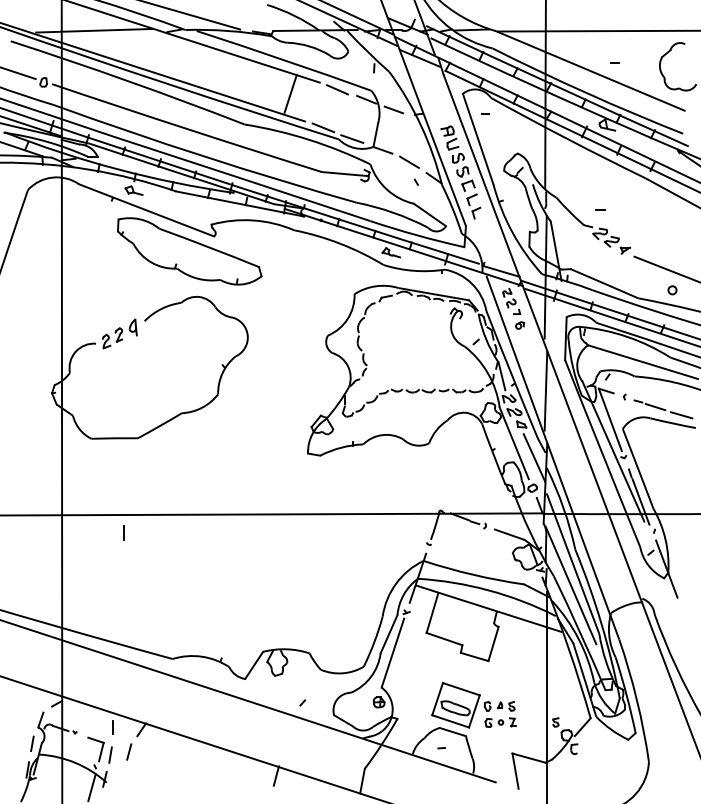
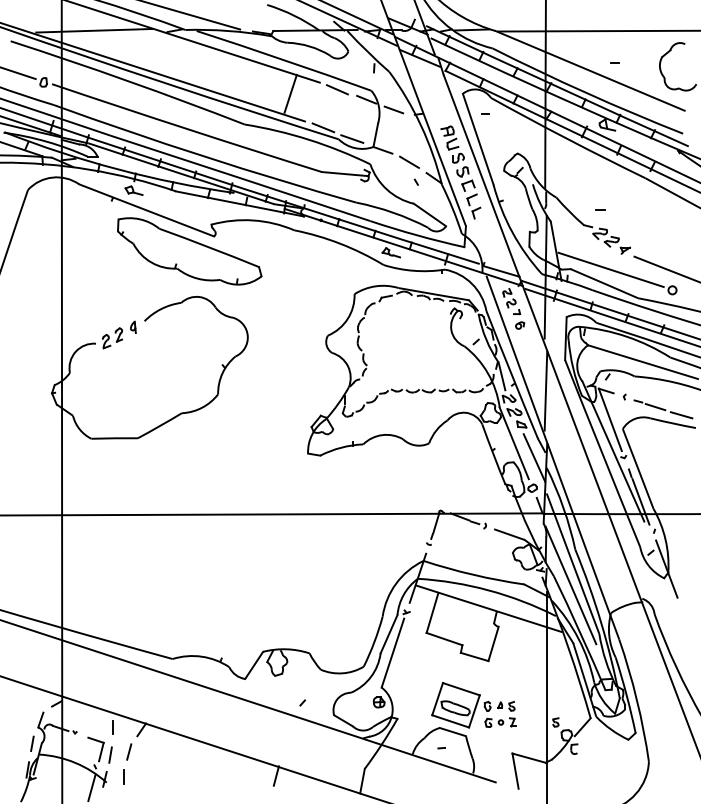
line at (610, 269): none -> present
part at (132, 327) size: 10x19 px -> 7x14 px
line at (123, 532) position: (123, 532) -> (123, 776)
